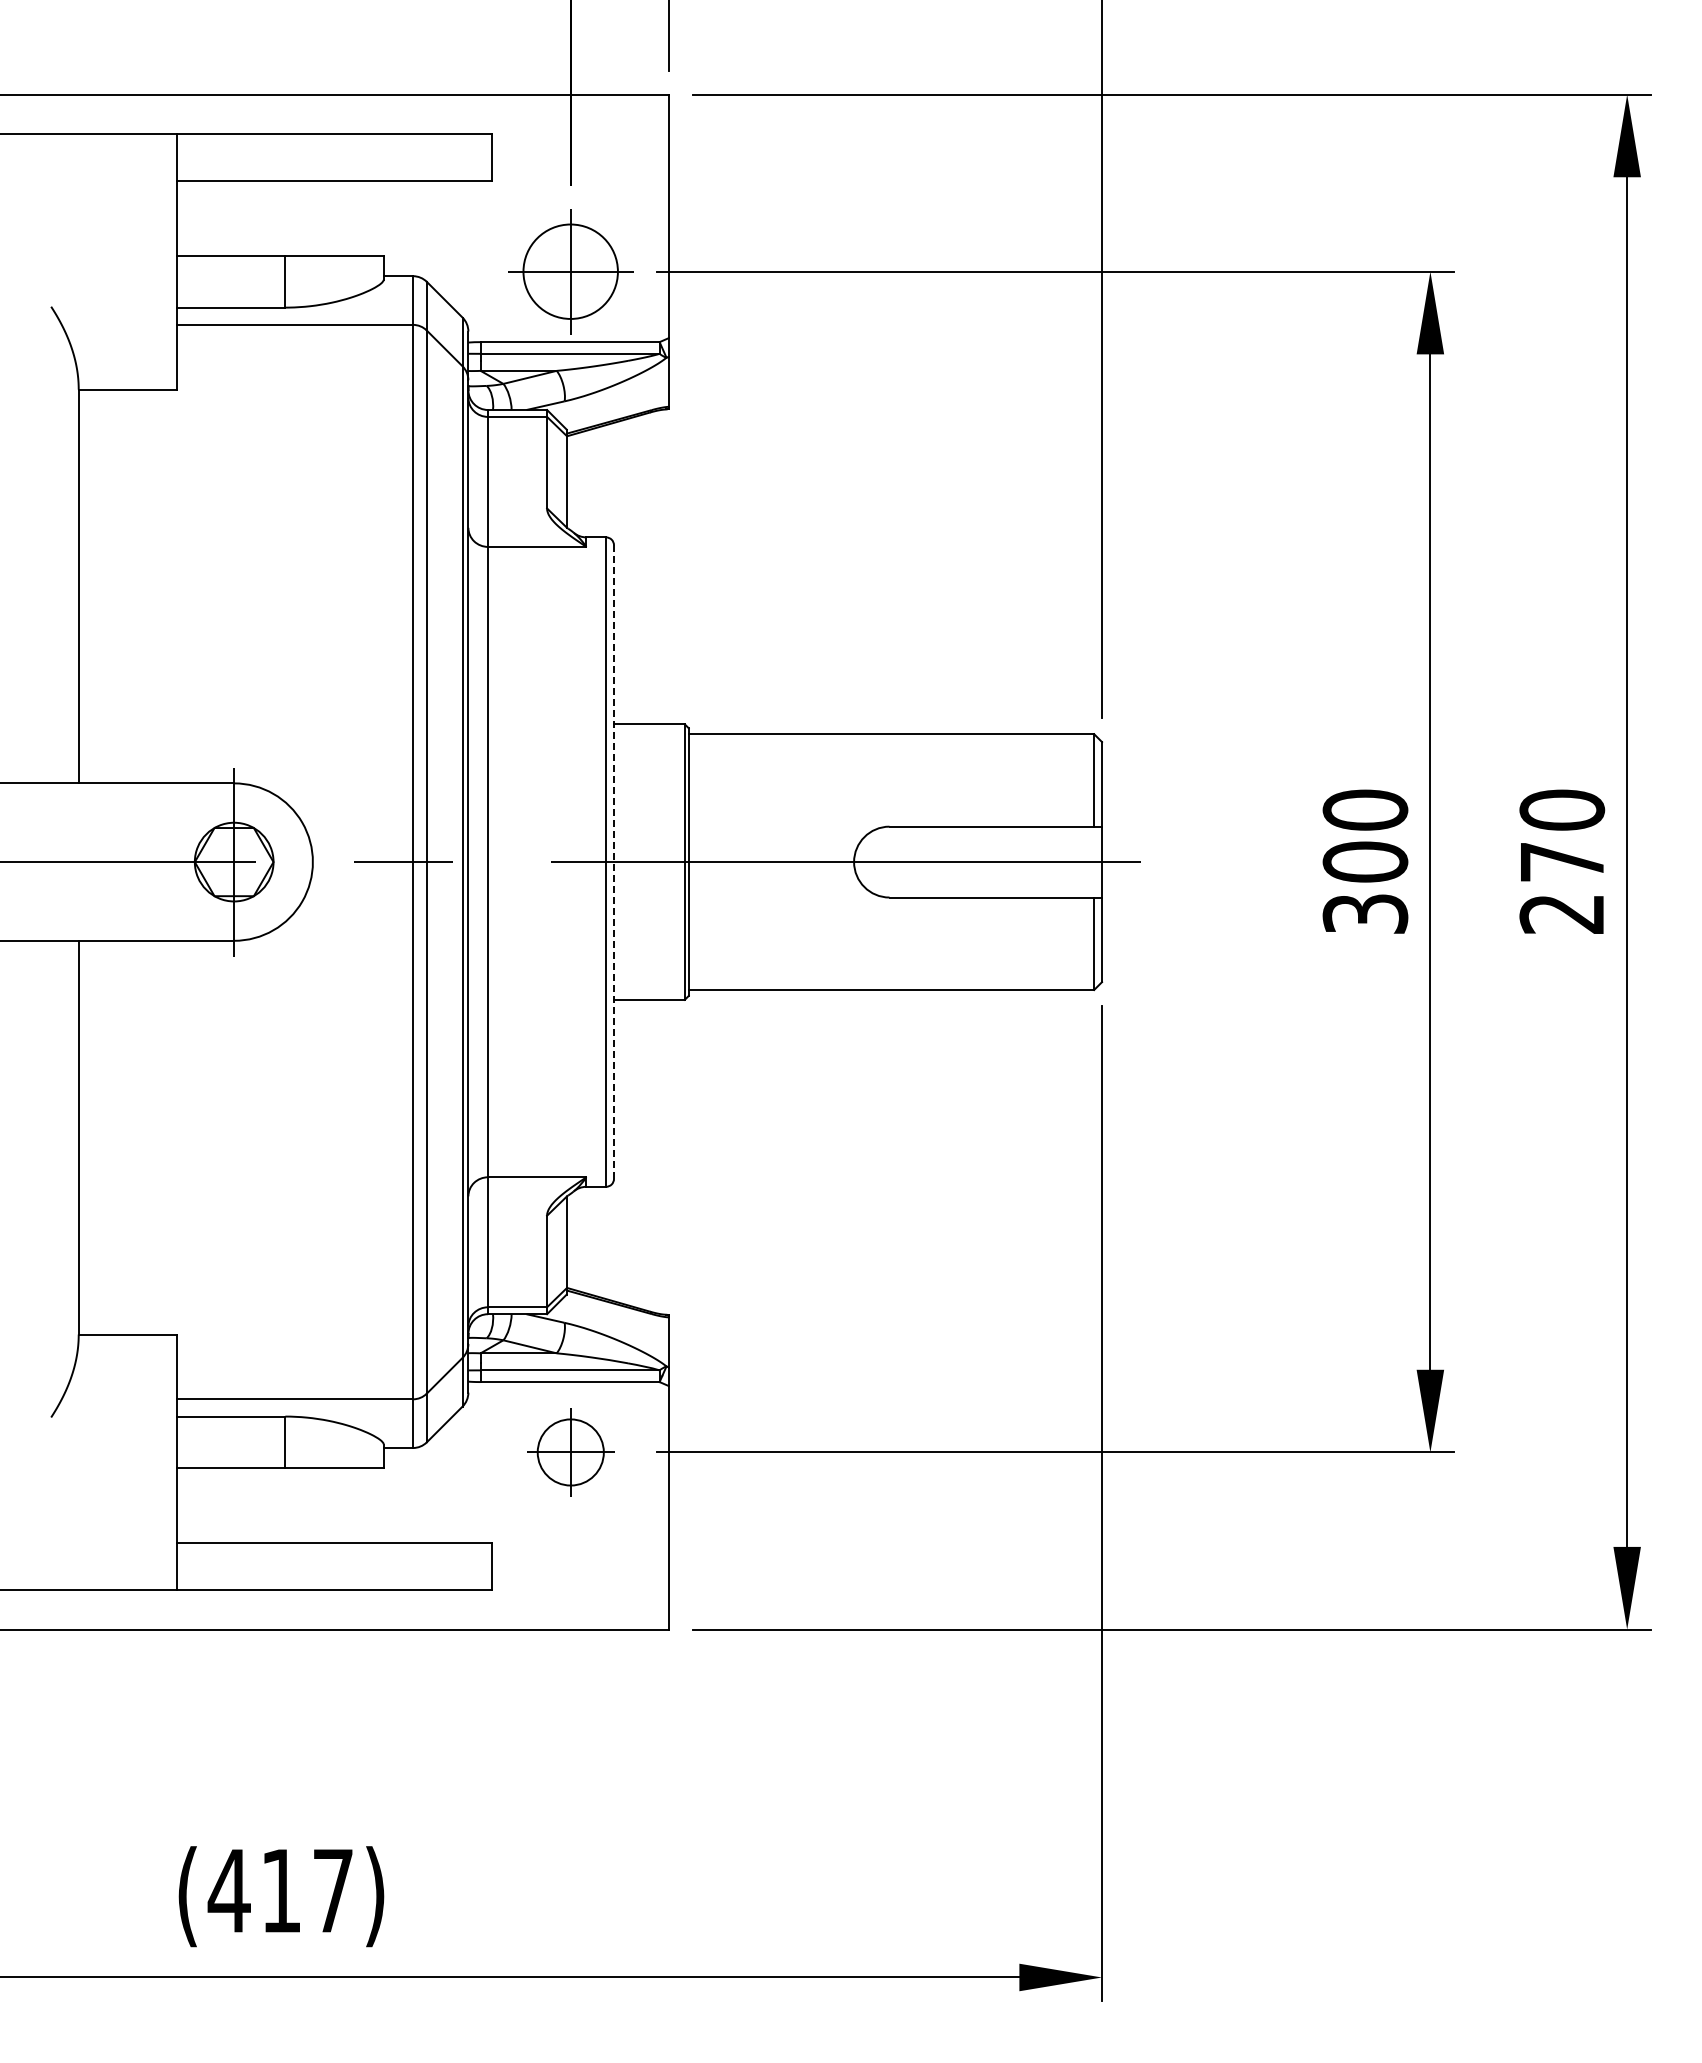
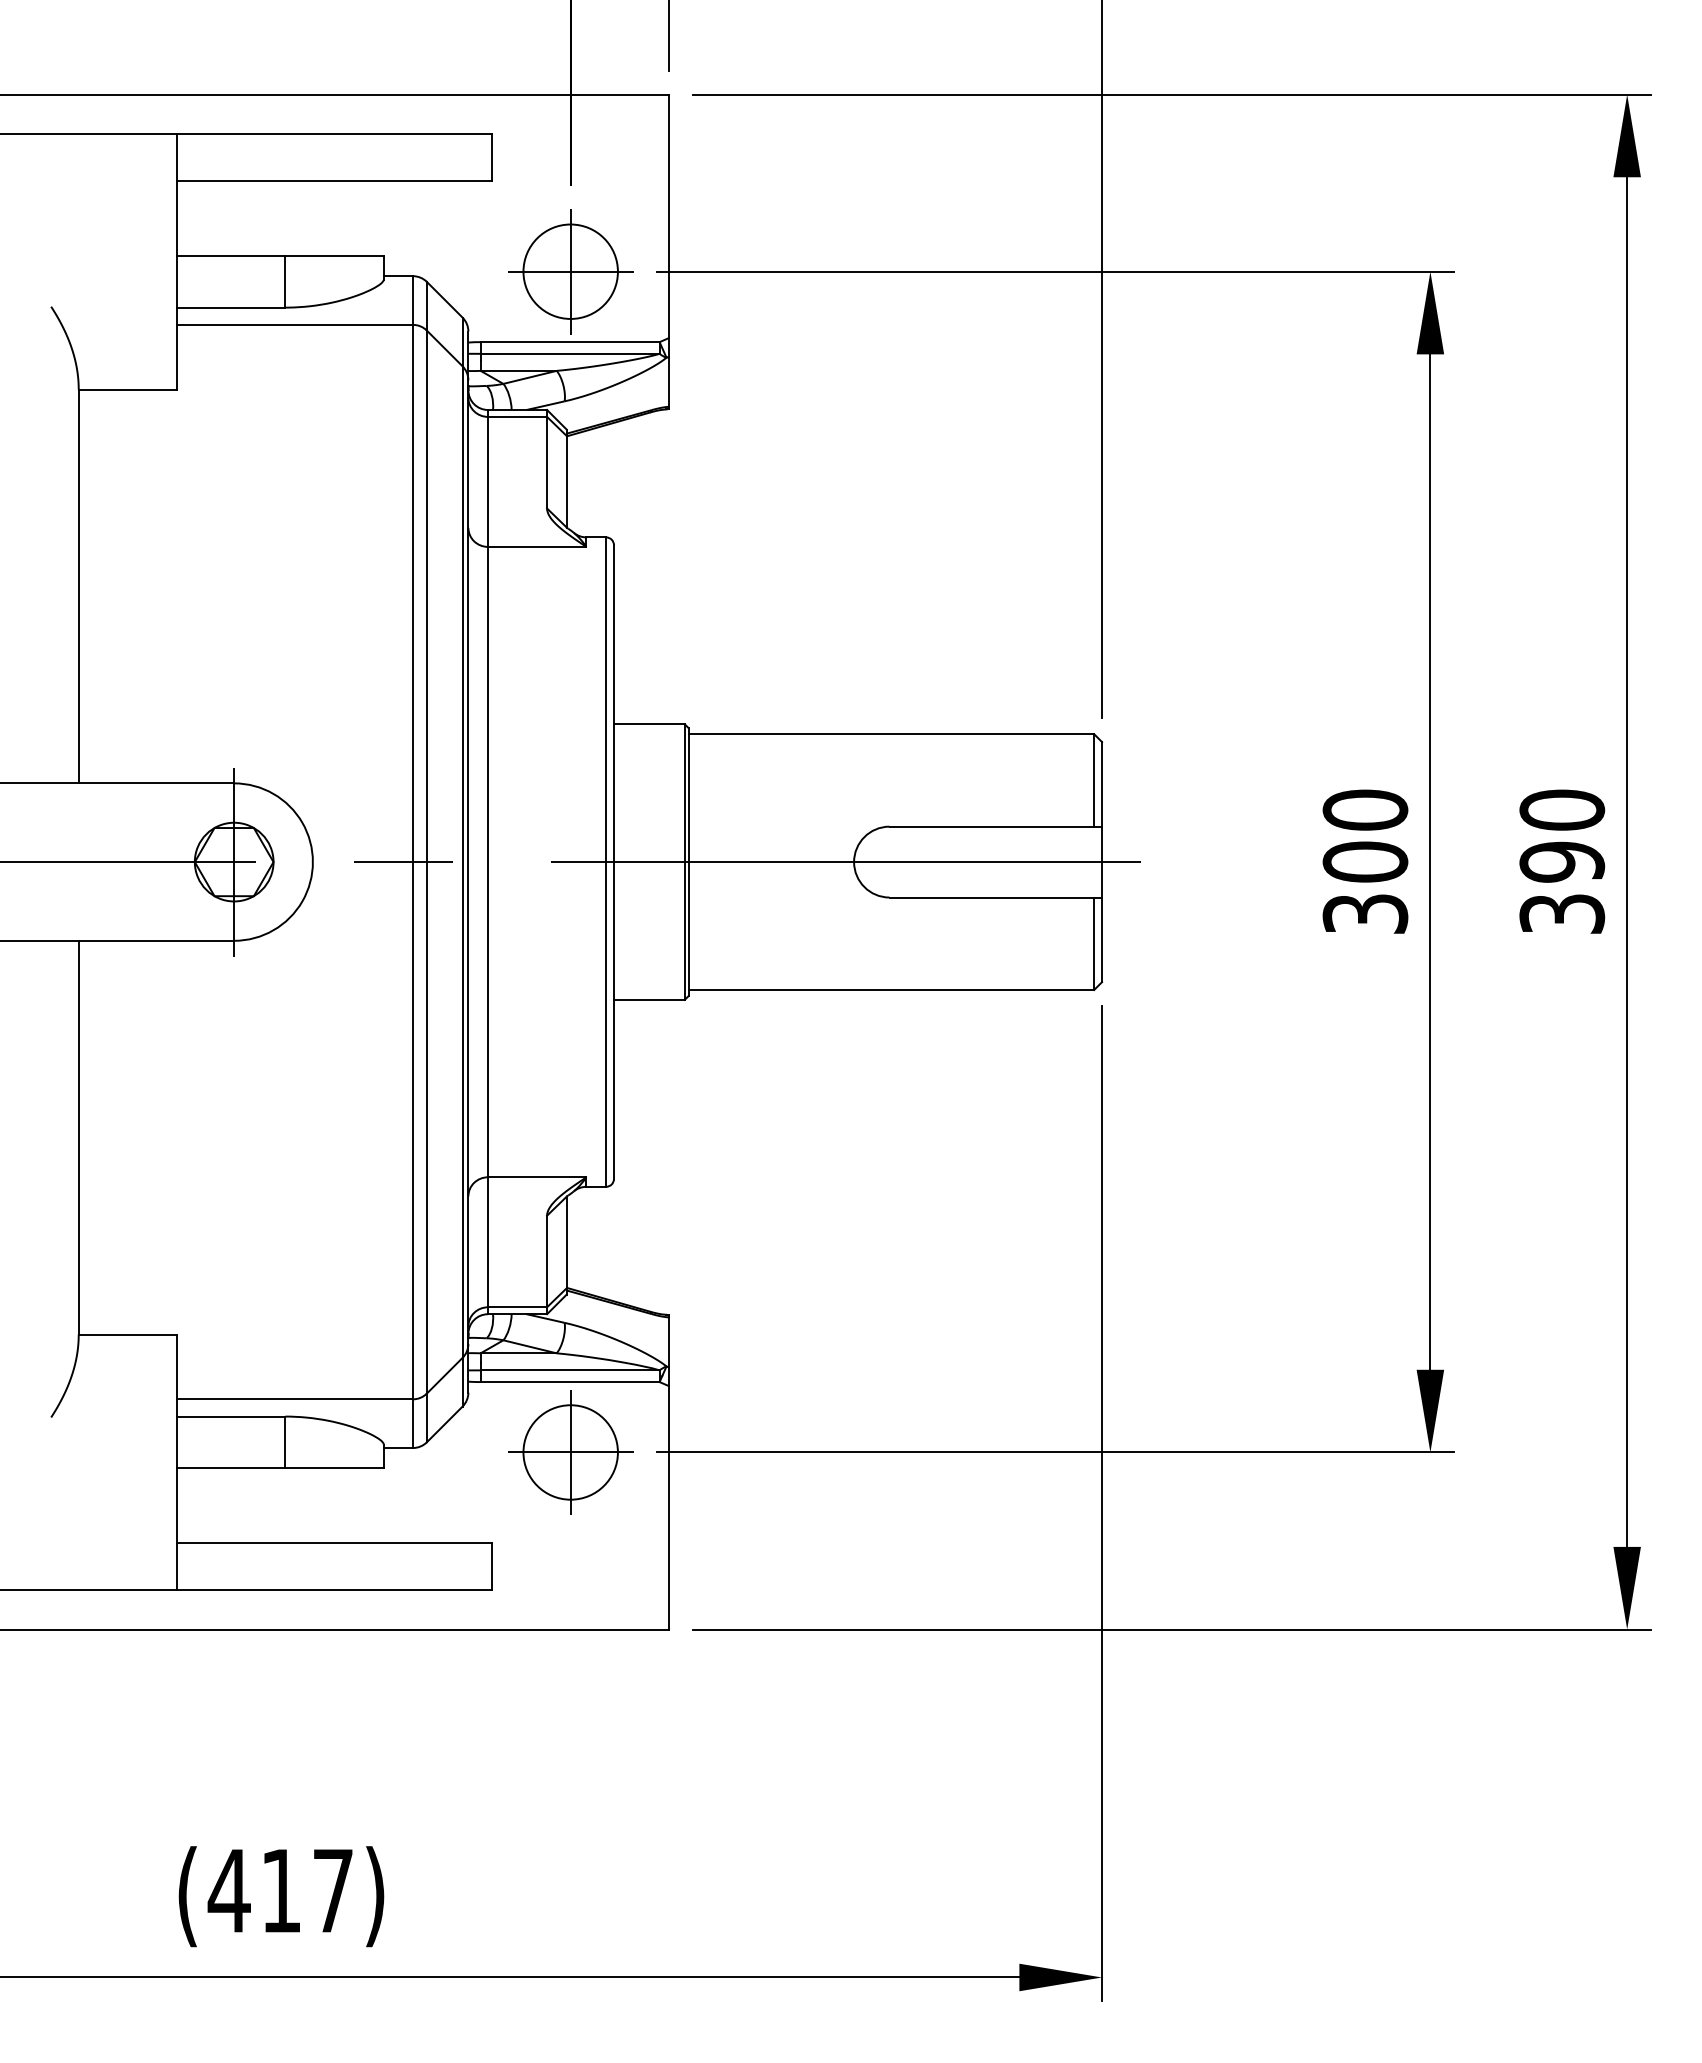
line at (614, 862): dashed -> solid
text at (1562, 887): 270 -> 390
part at (570, 1452) size: 88x89 px -> 126x125 px
